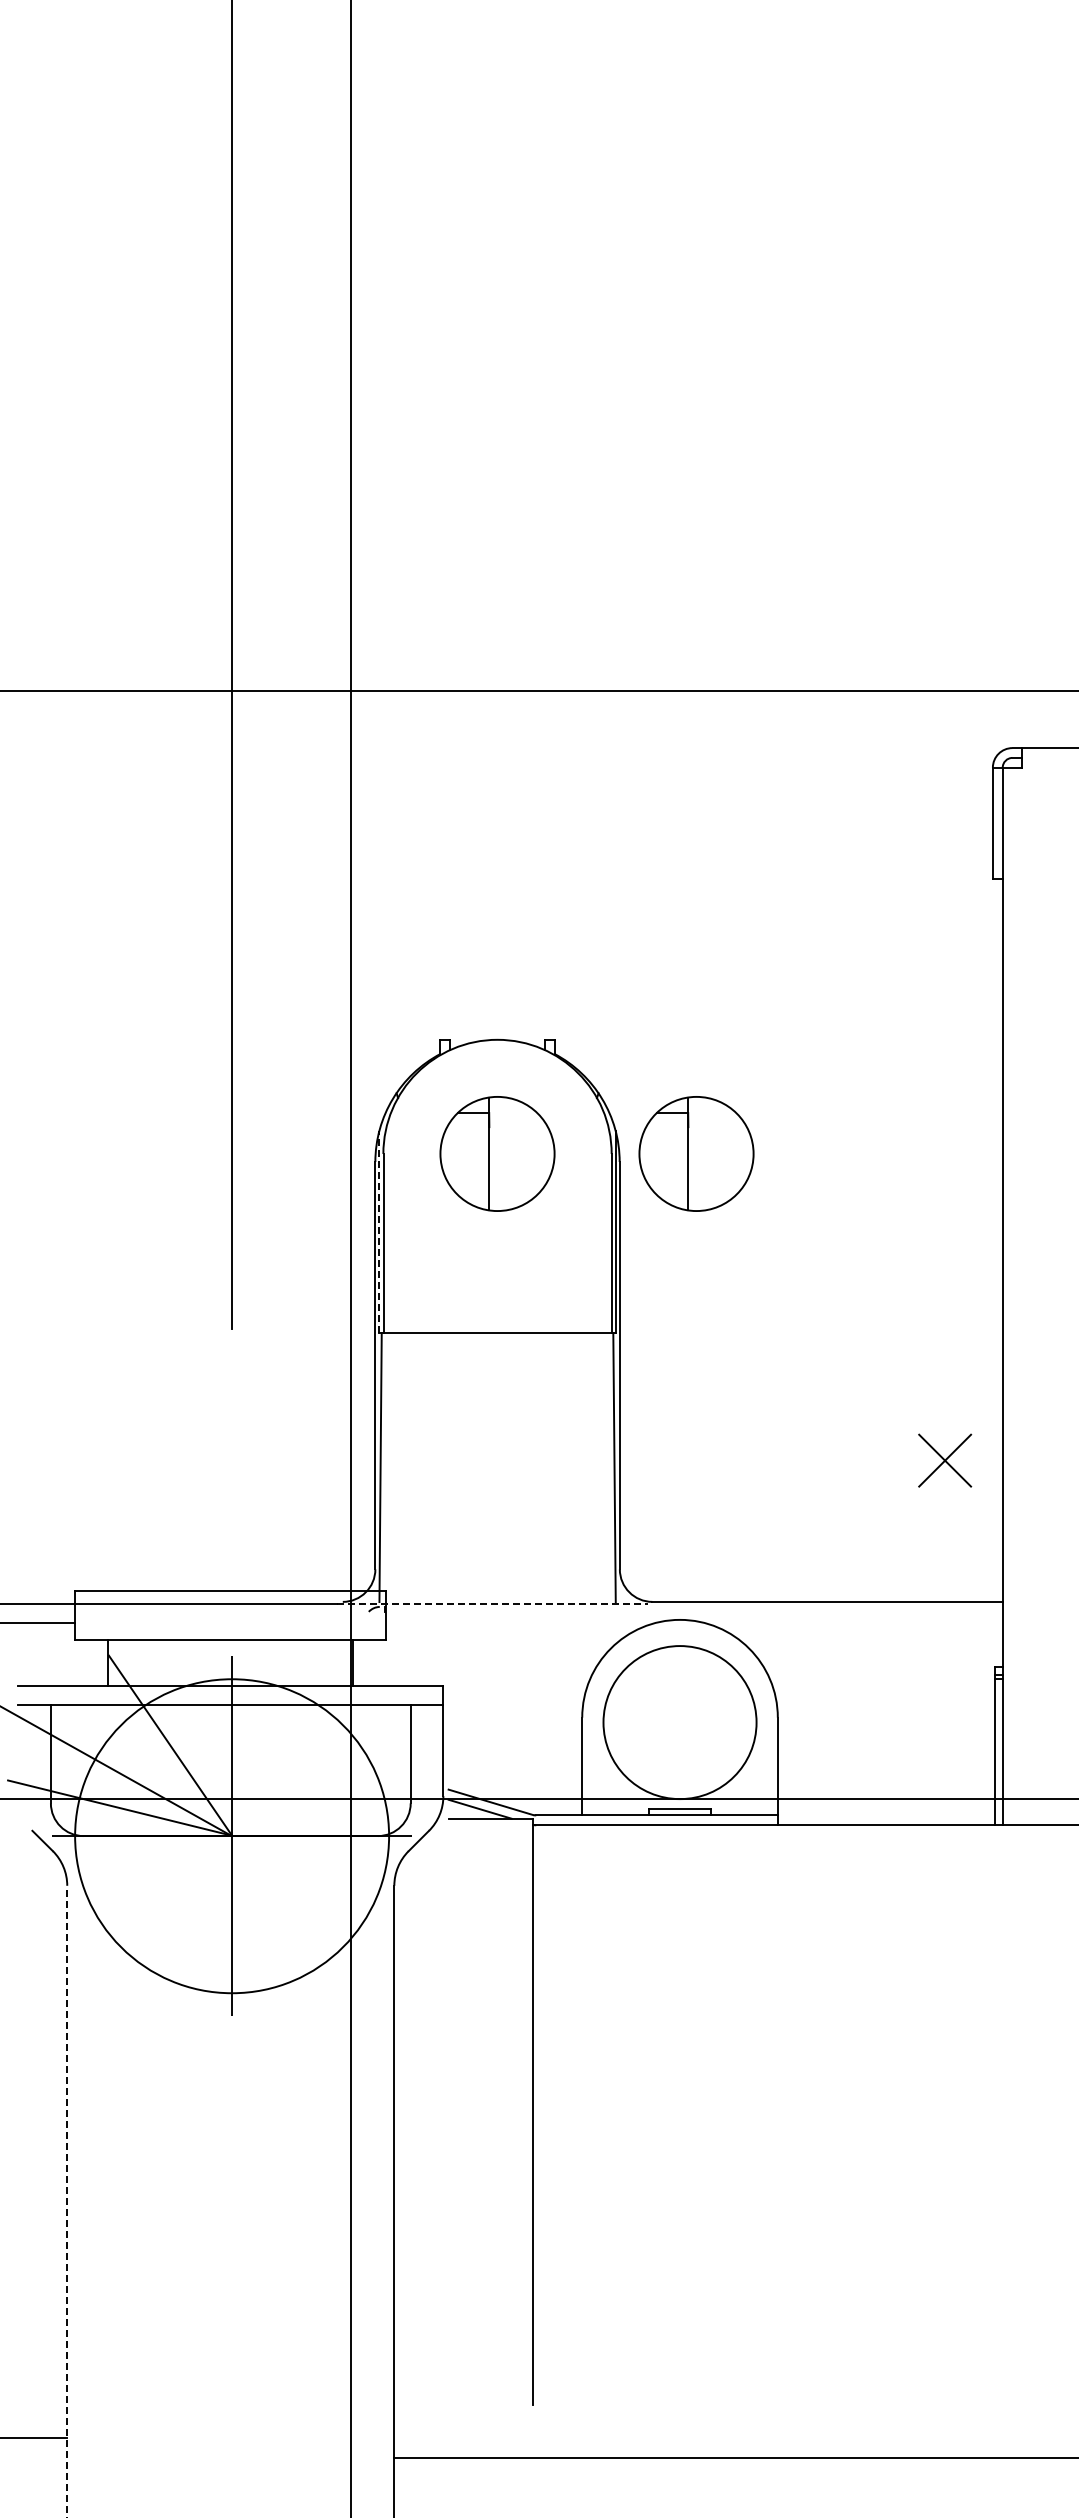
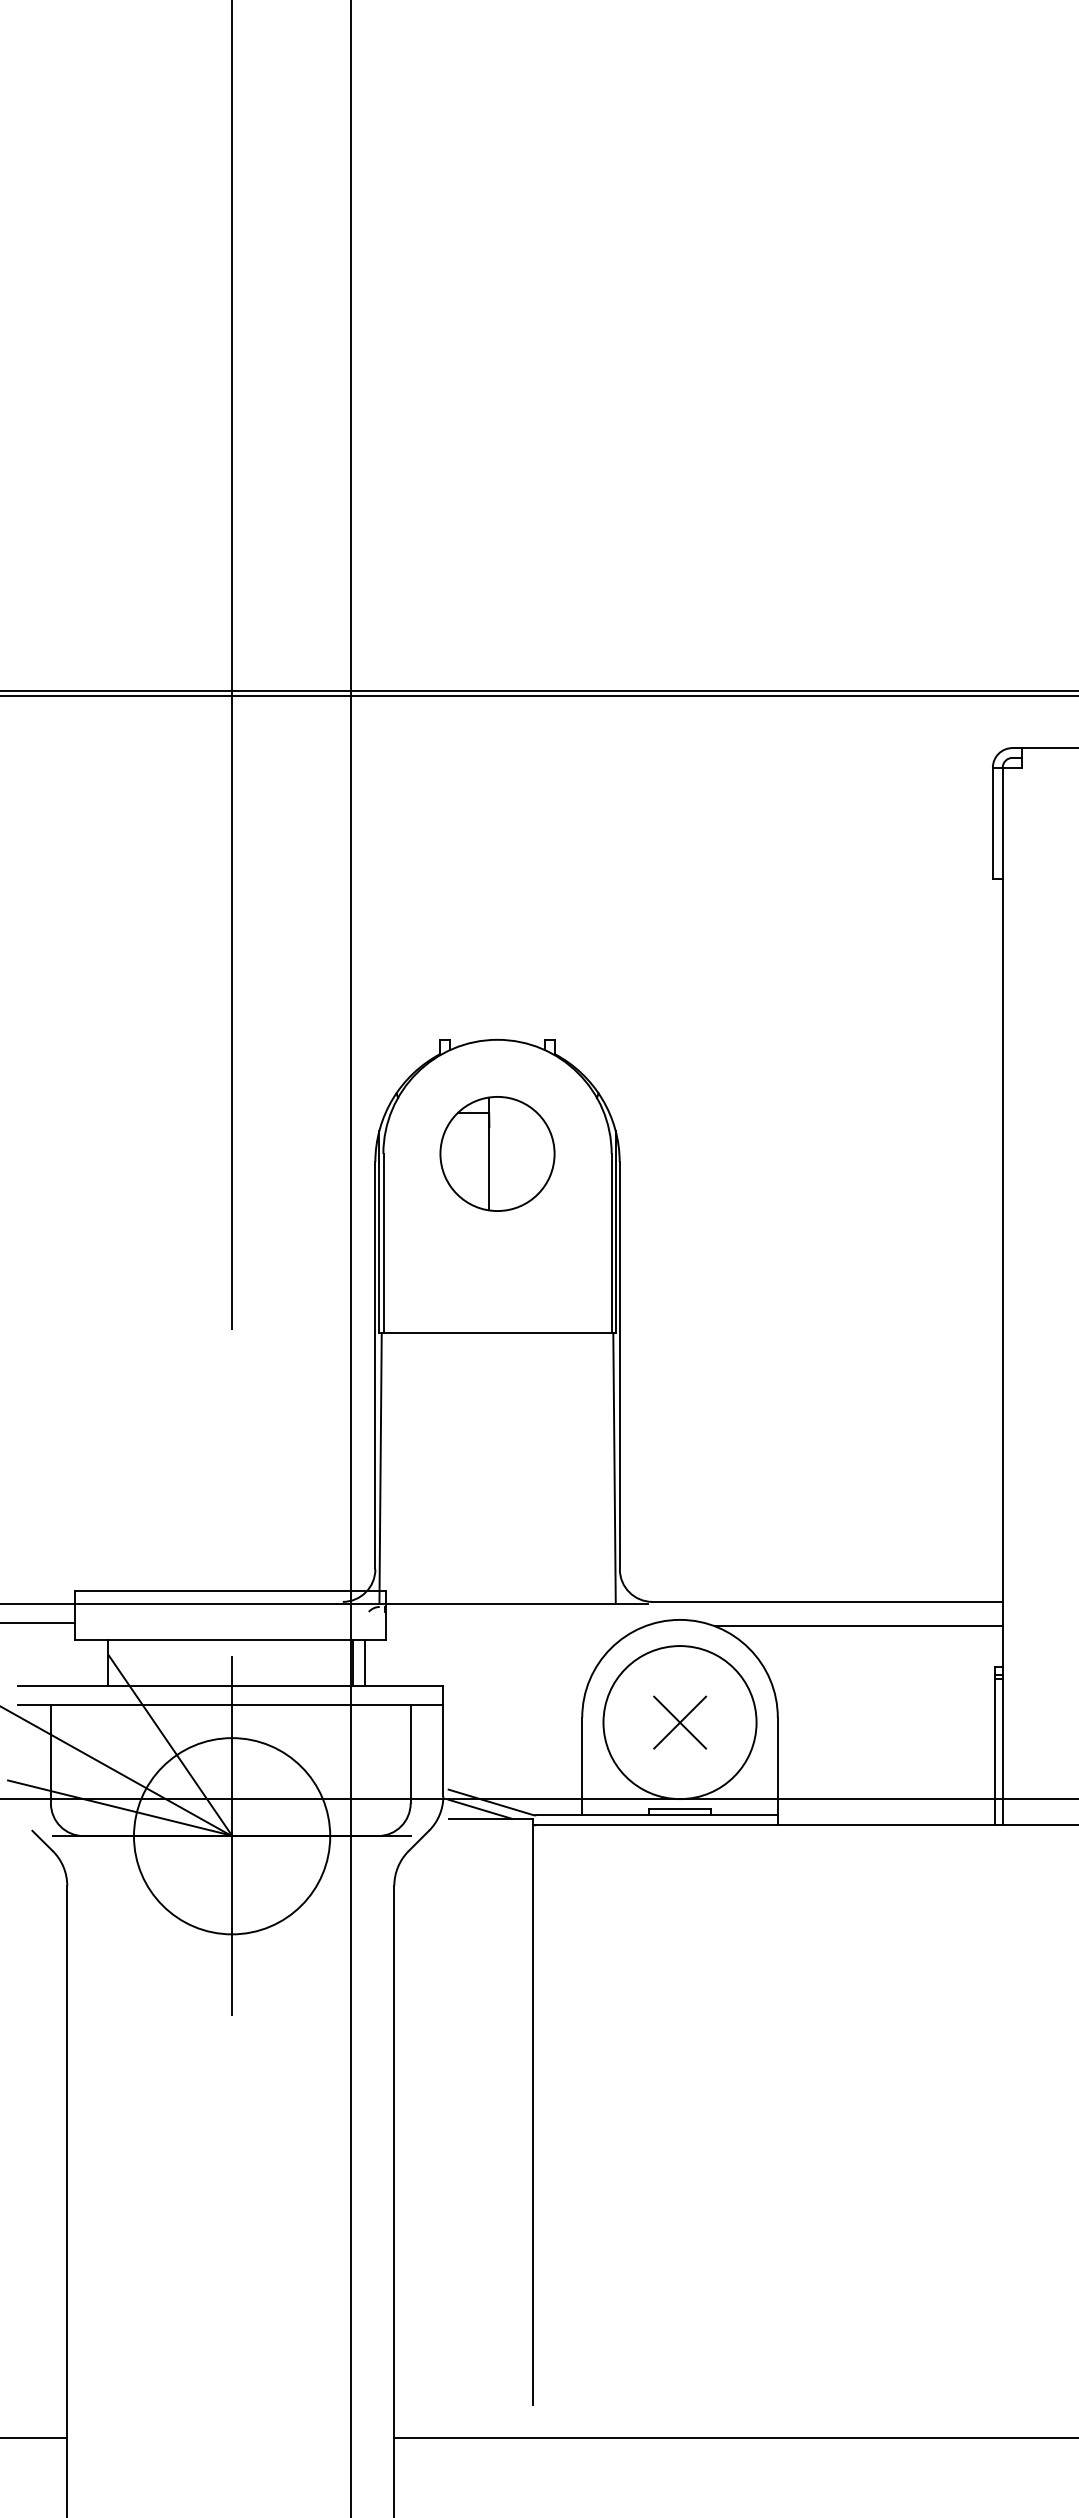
line at (538, 696): none -> present
part at (696, 1153): present -> none
line at (379, 1231): dashed -> solid
part at (945, 1460) position: (945, 1460) -> (680, 1722)
line at (493, 1603): dashed -> solid
line at (858, 1626): none -> present
line at (364, 1662): none -> present
circle at (232, 1836) diameter: 314 px -> 196 px
line at (67, 2201): dashed -> solid
line at (734, 2457) position: (734, 2457) -> (734, 2437)
